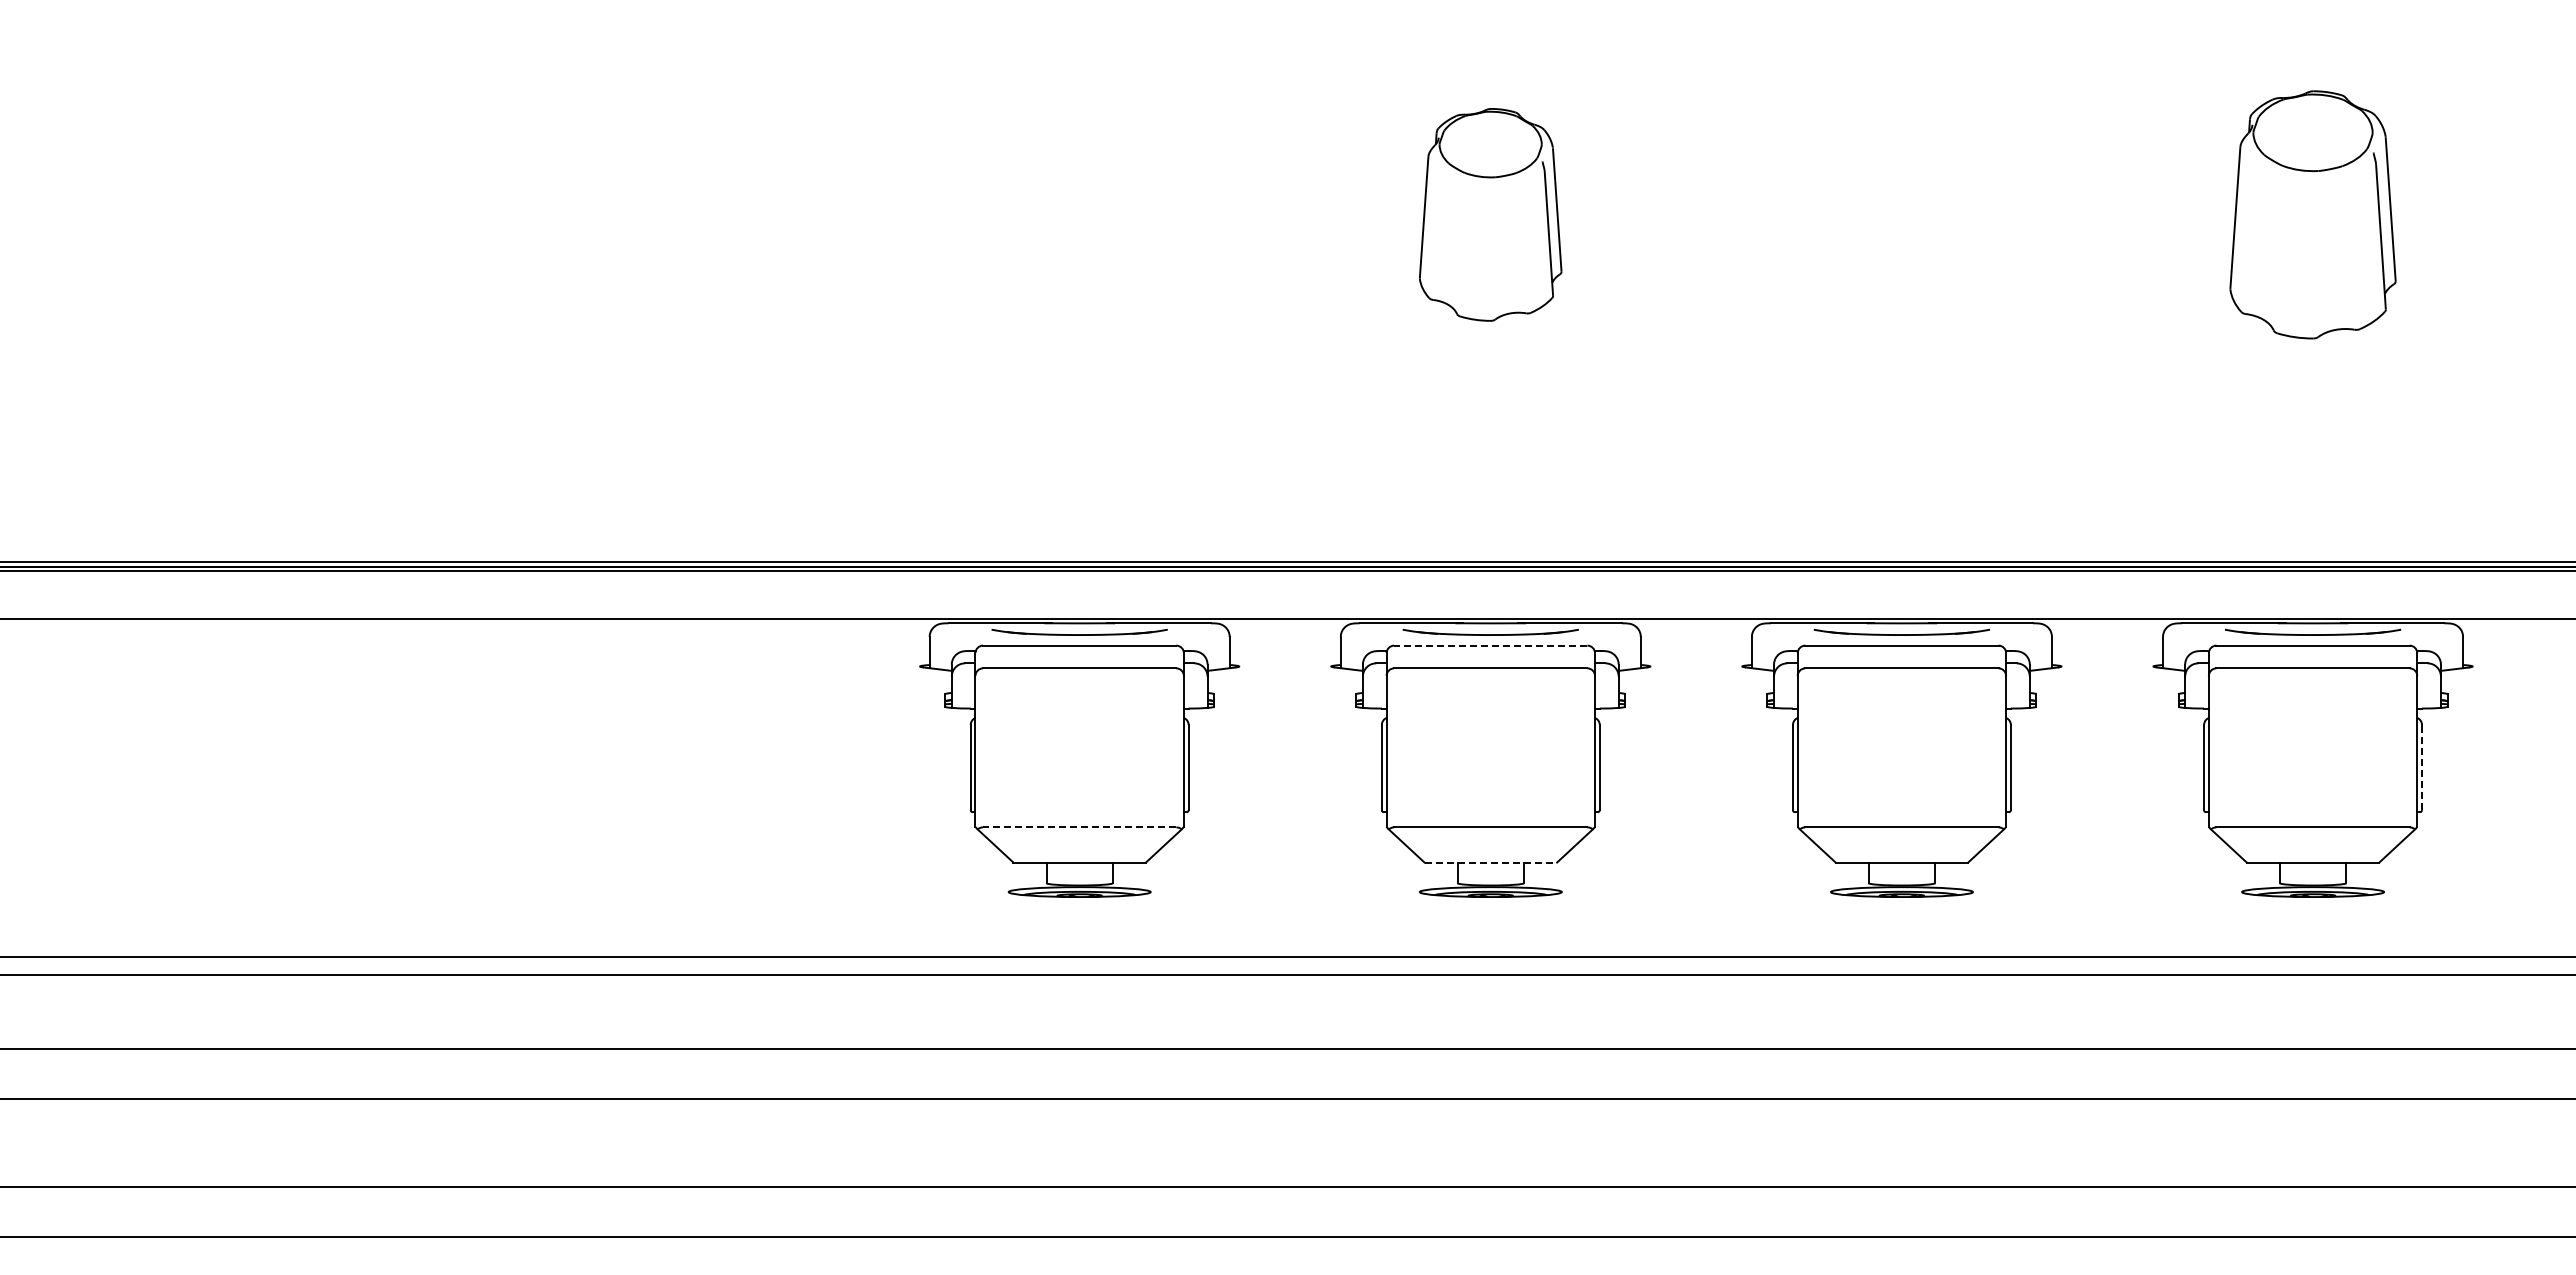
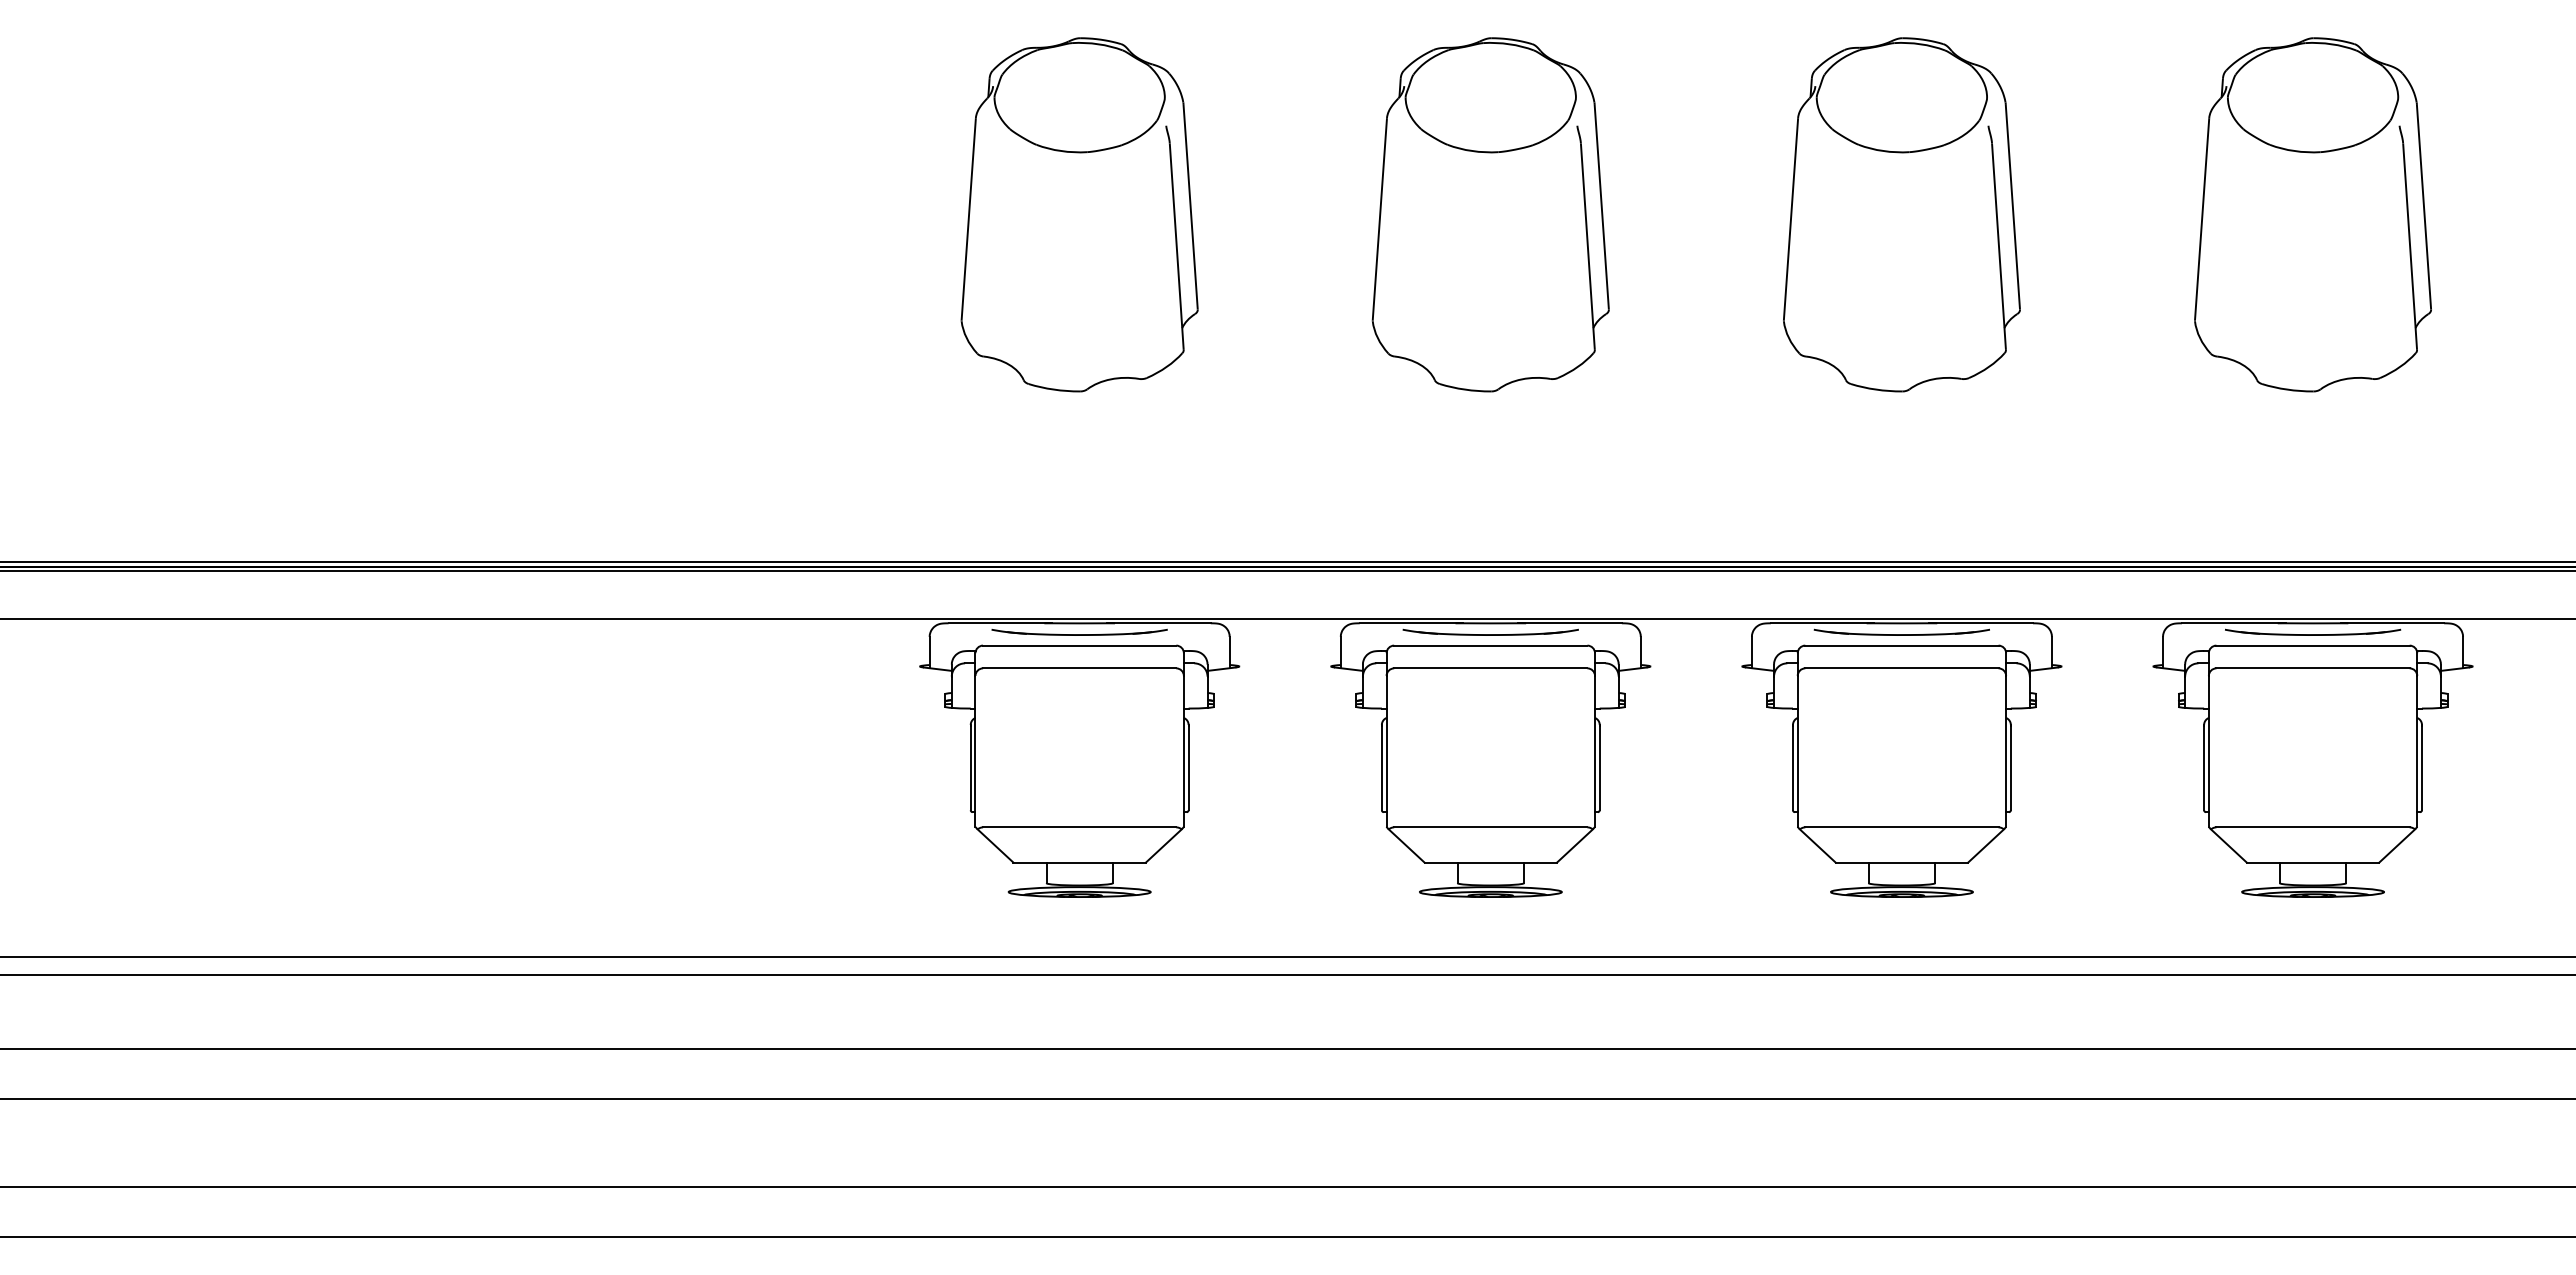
part at (1079, 214): none -> present
part at (1490, 214) size: 144x214 px -> 239x356 px
part at (1901, 214): none -> present
part at (2312, 214) size: 168x250 px -> 238x356 px
line at (1490, 645): dashed -> solid
line at (2421, 767): dashed -> solid
line at (1079, 827): dashed -> solid
line at (1491, 862): dashed -> solid
